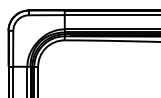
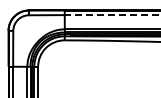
line at (112, 15): solid -> dashed
